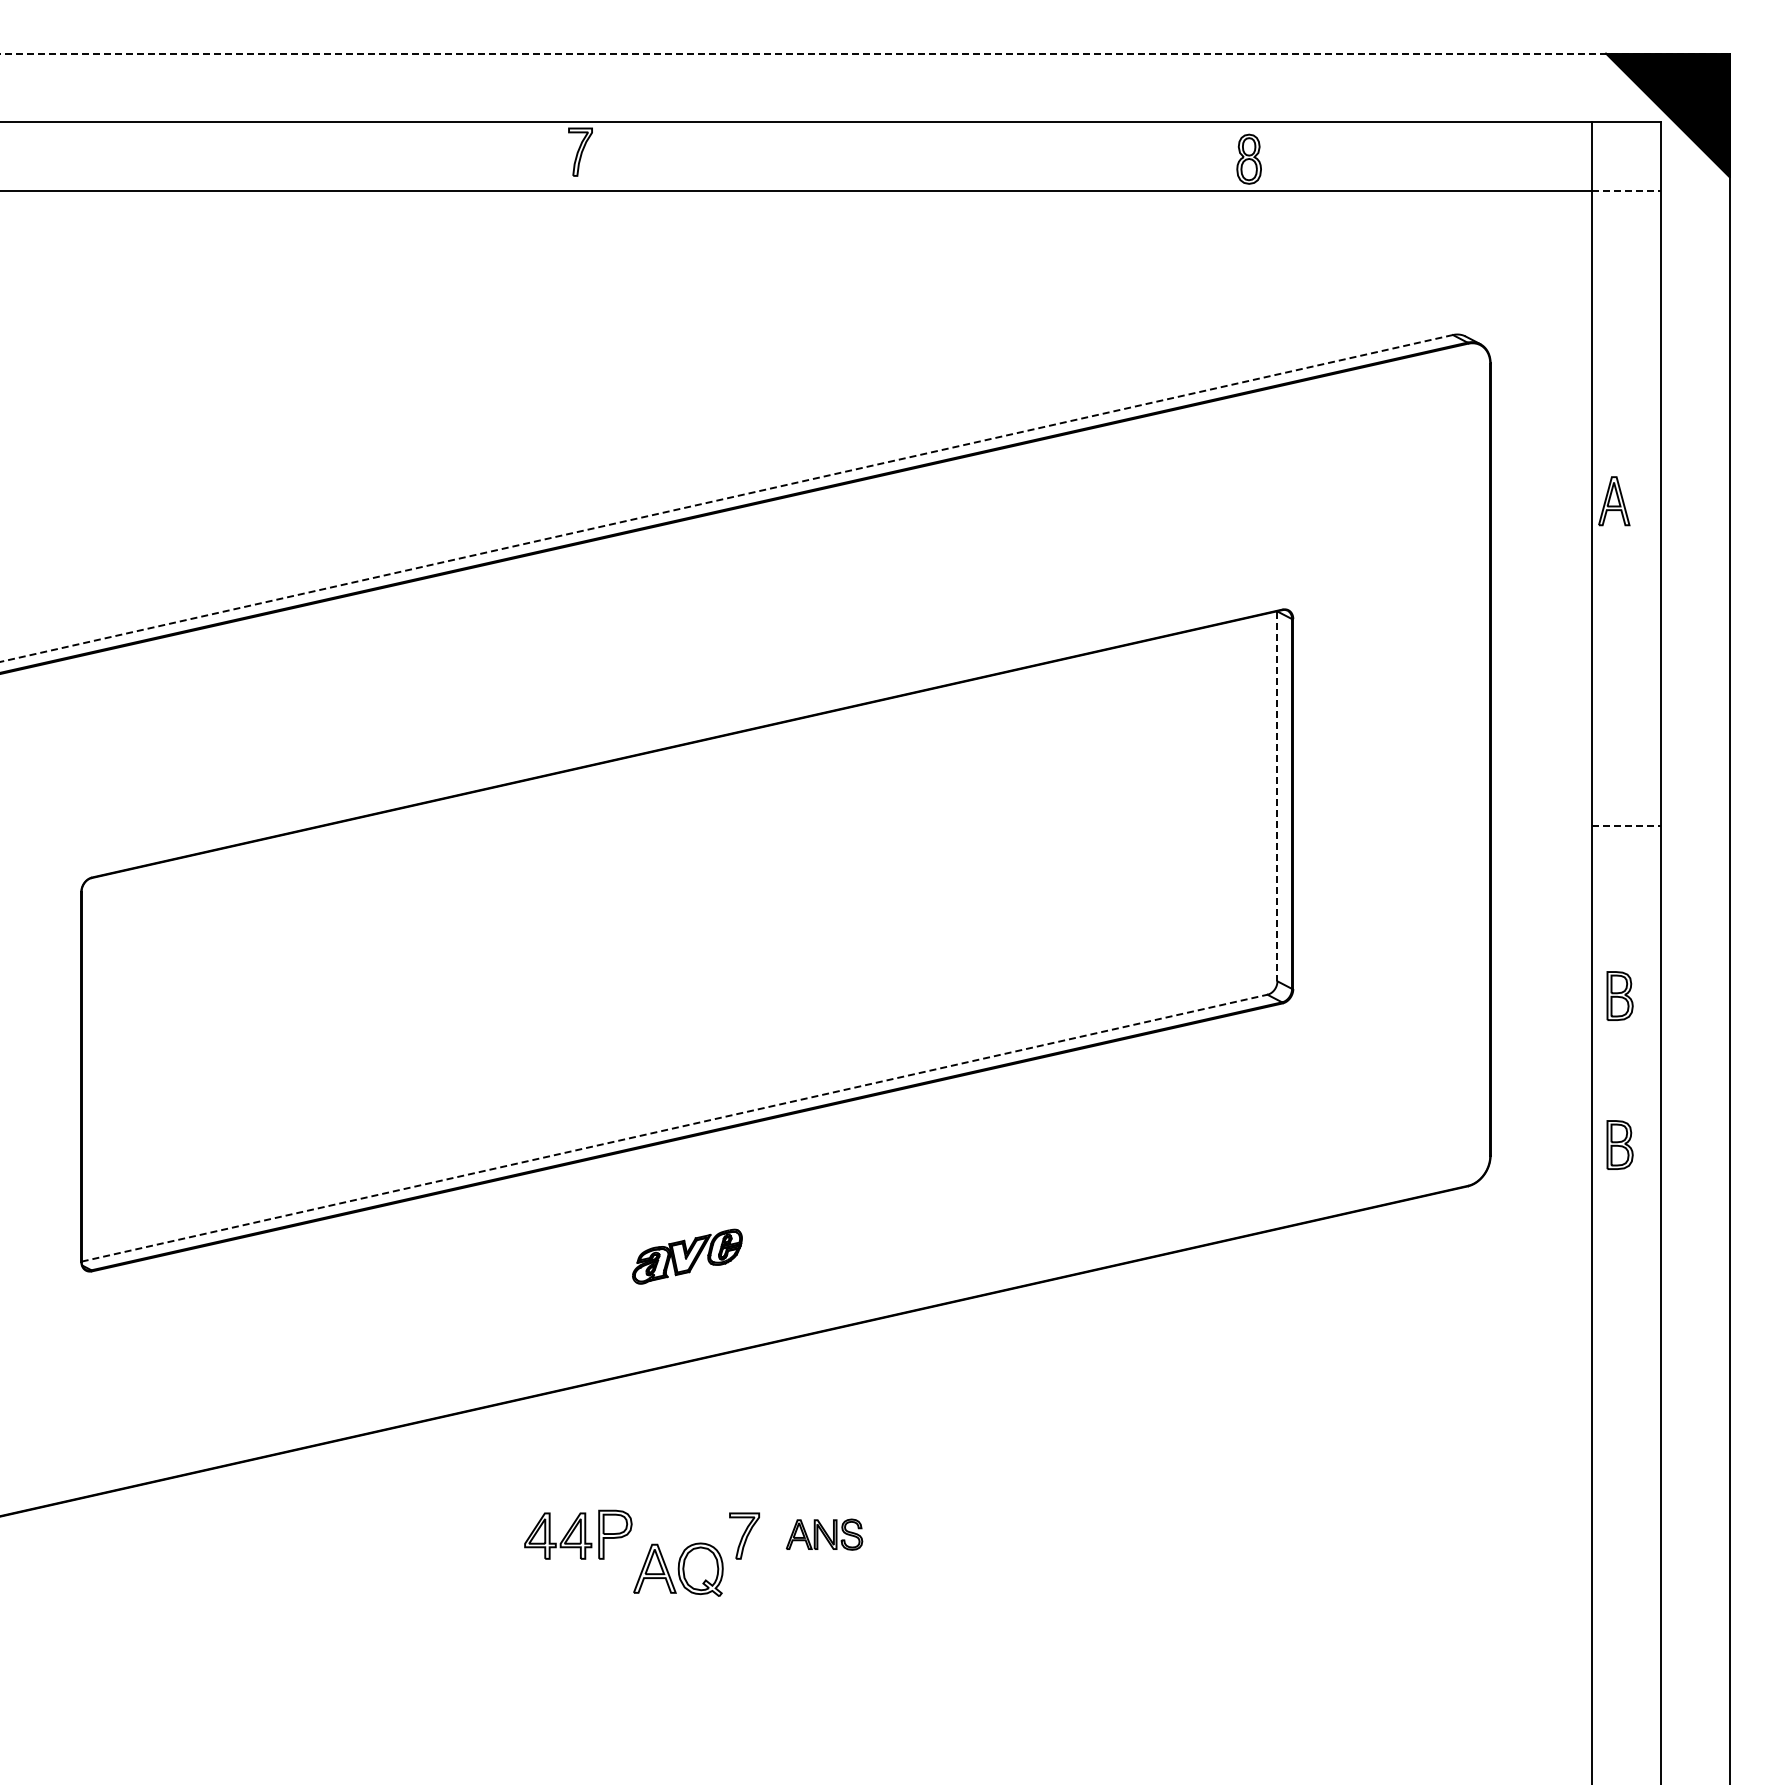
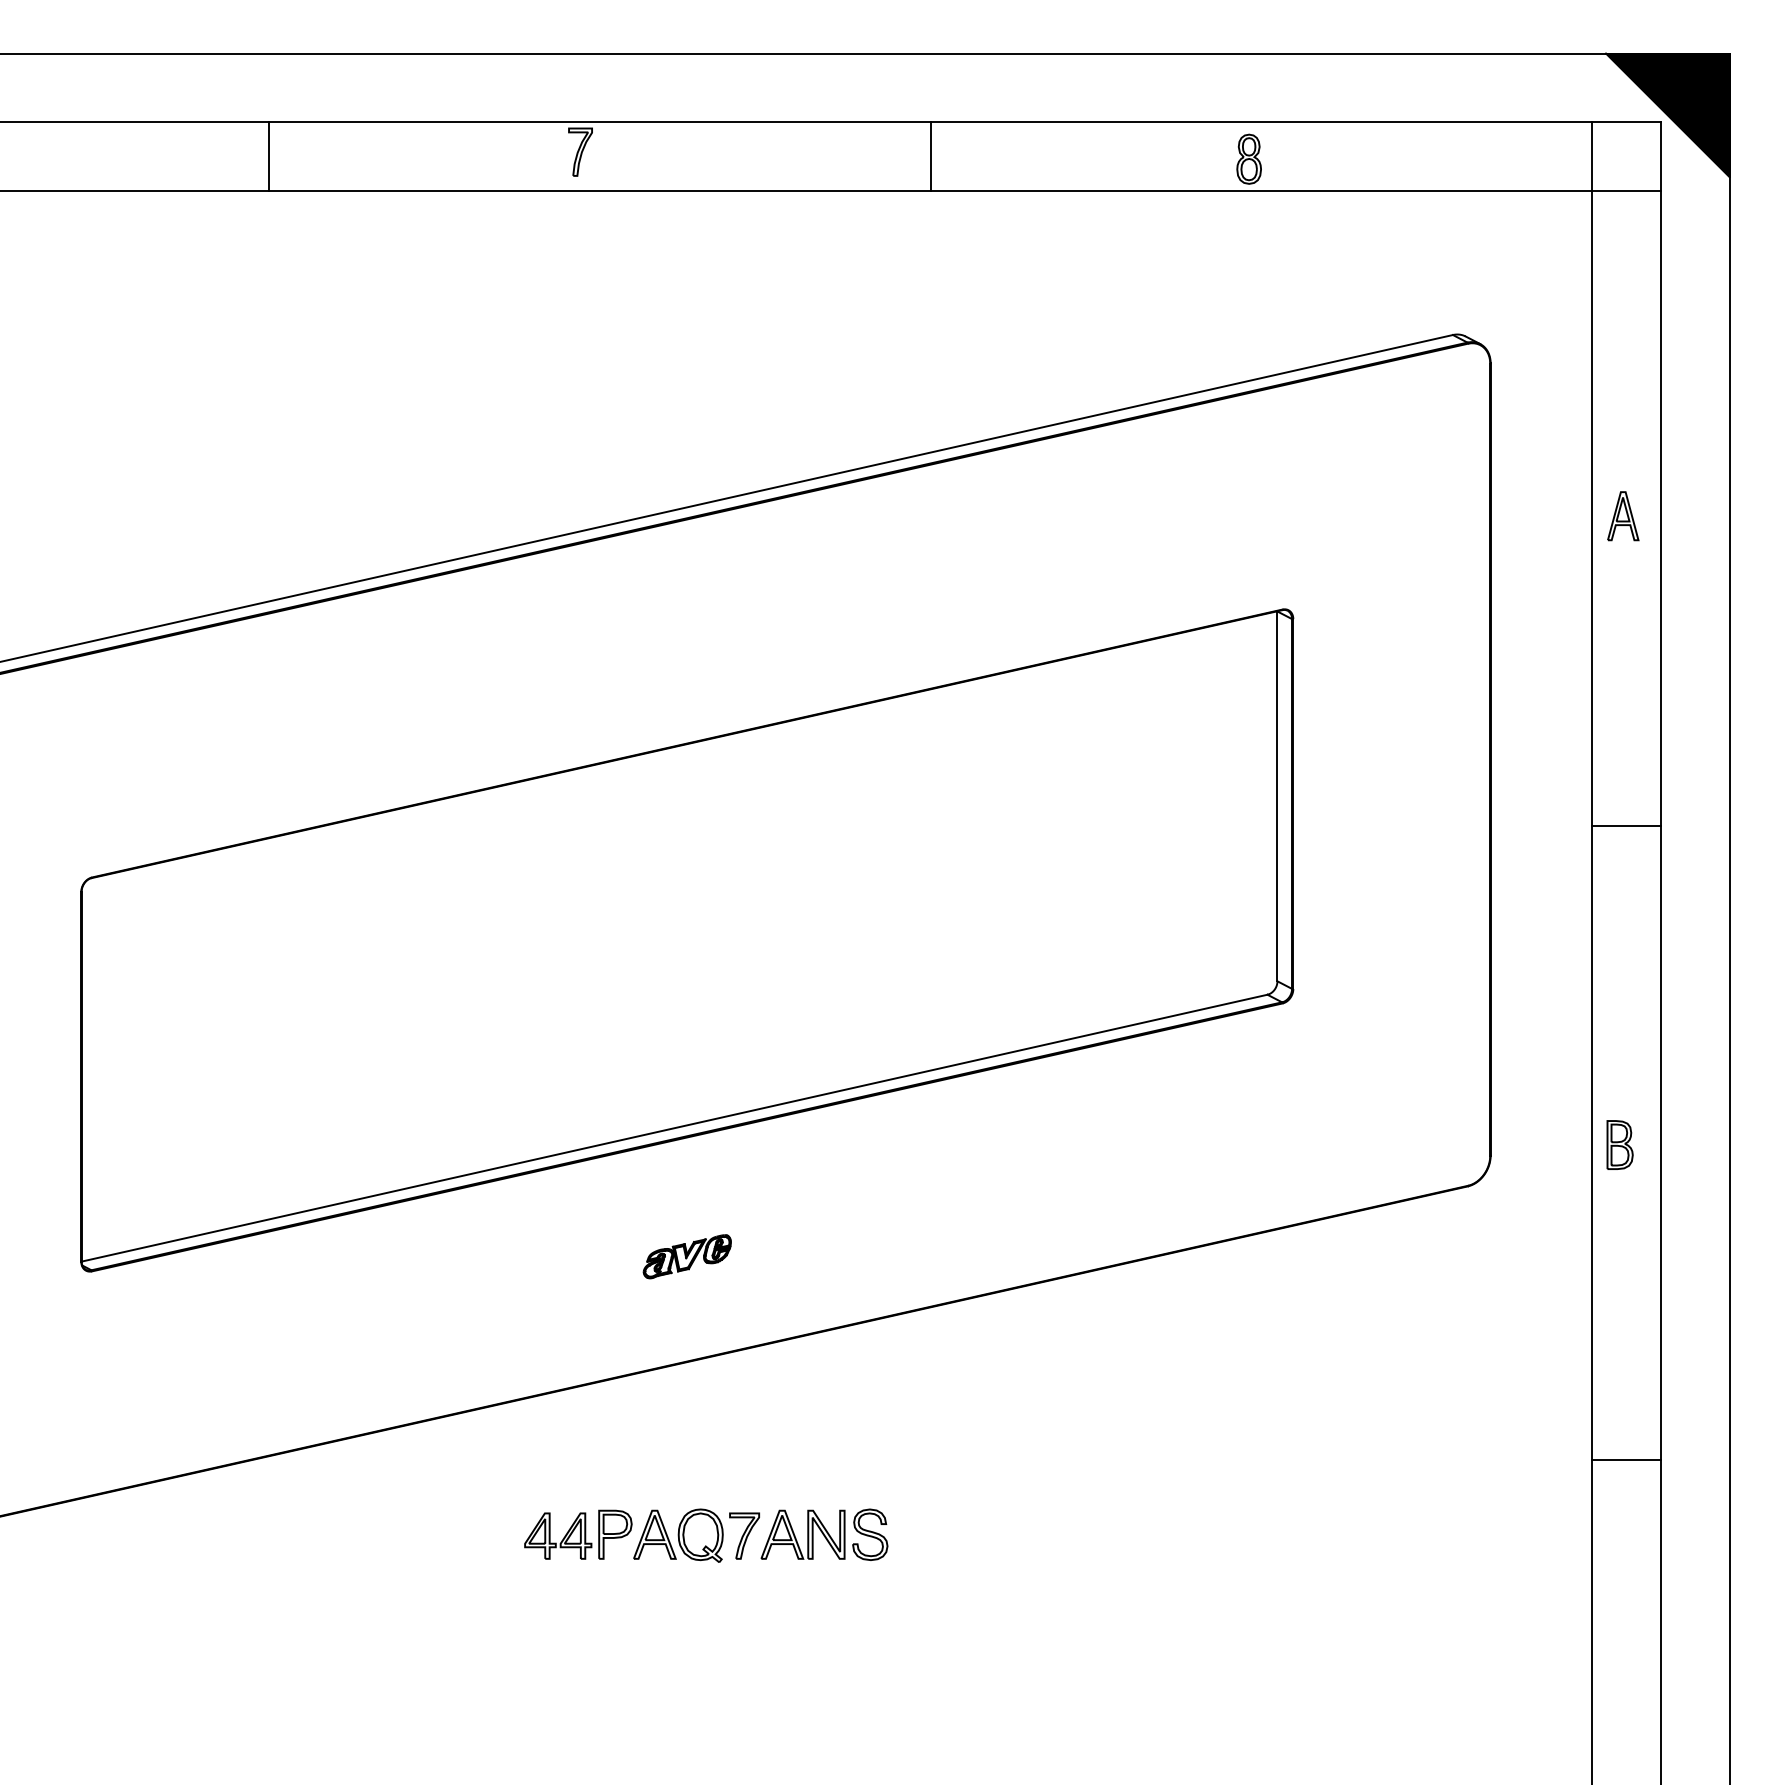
line at (865, 53): dashed -> solid
line at (269, 156): none -> present
line at (930, 156): none -> present
line at (1627, 190): dashed -> solid
line at (726, 498): dashed -> solid
part at (1614, 501) position: (1614, 501) -> (1623, 516)
line at (1277, 796): dashed -> solid
line at (1627, 825): dashed -> solid
part at (1619, 995): present -> none
line at (674, 1128): dashed -> solid
part at (687, 1256) size: 111x57 px -> 90x46 px
line at (1626, 1460): none -> present
part at (824, 1534) size: 79x33 px -> 129x53 px
part at (678, 1569) position: (678, 1569) -> (678, 1535)
